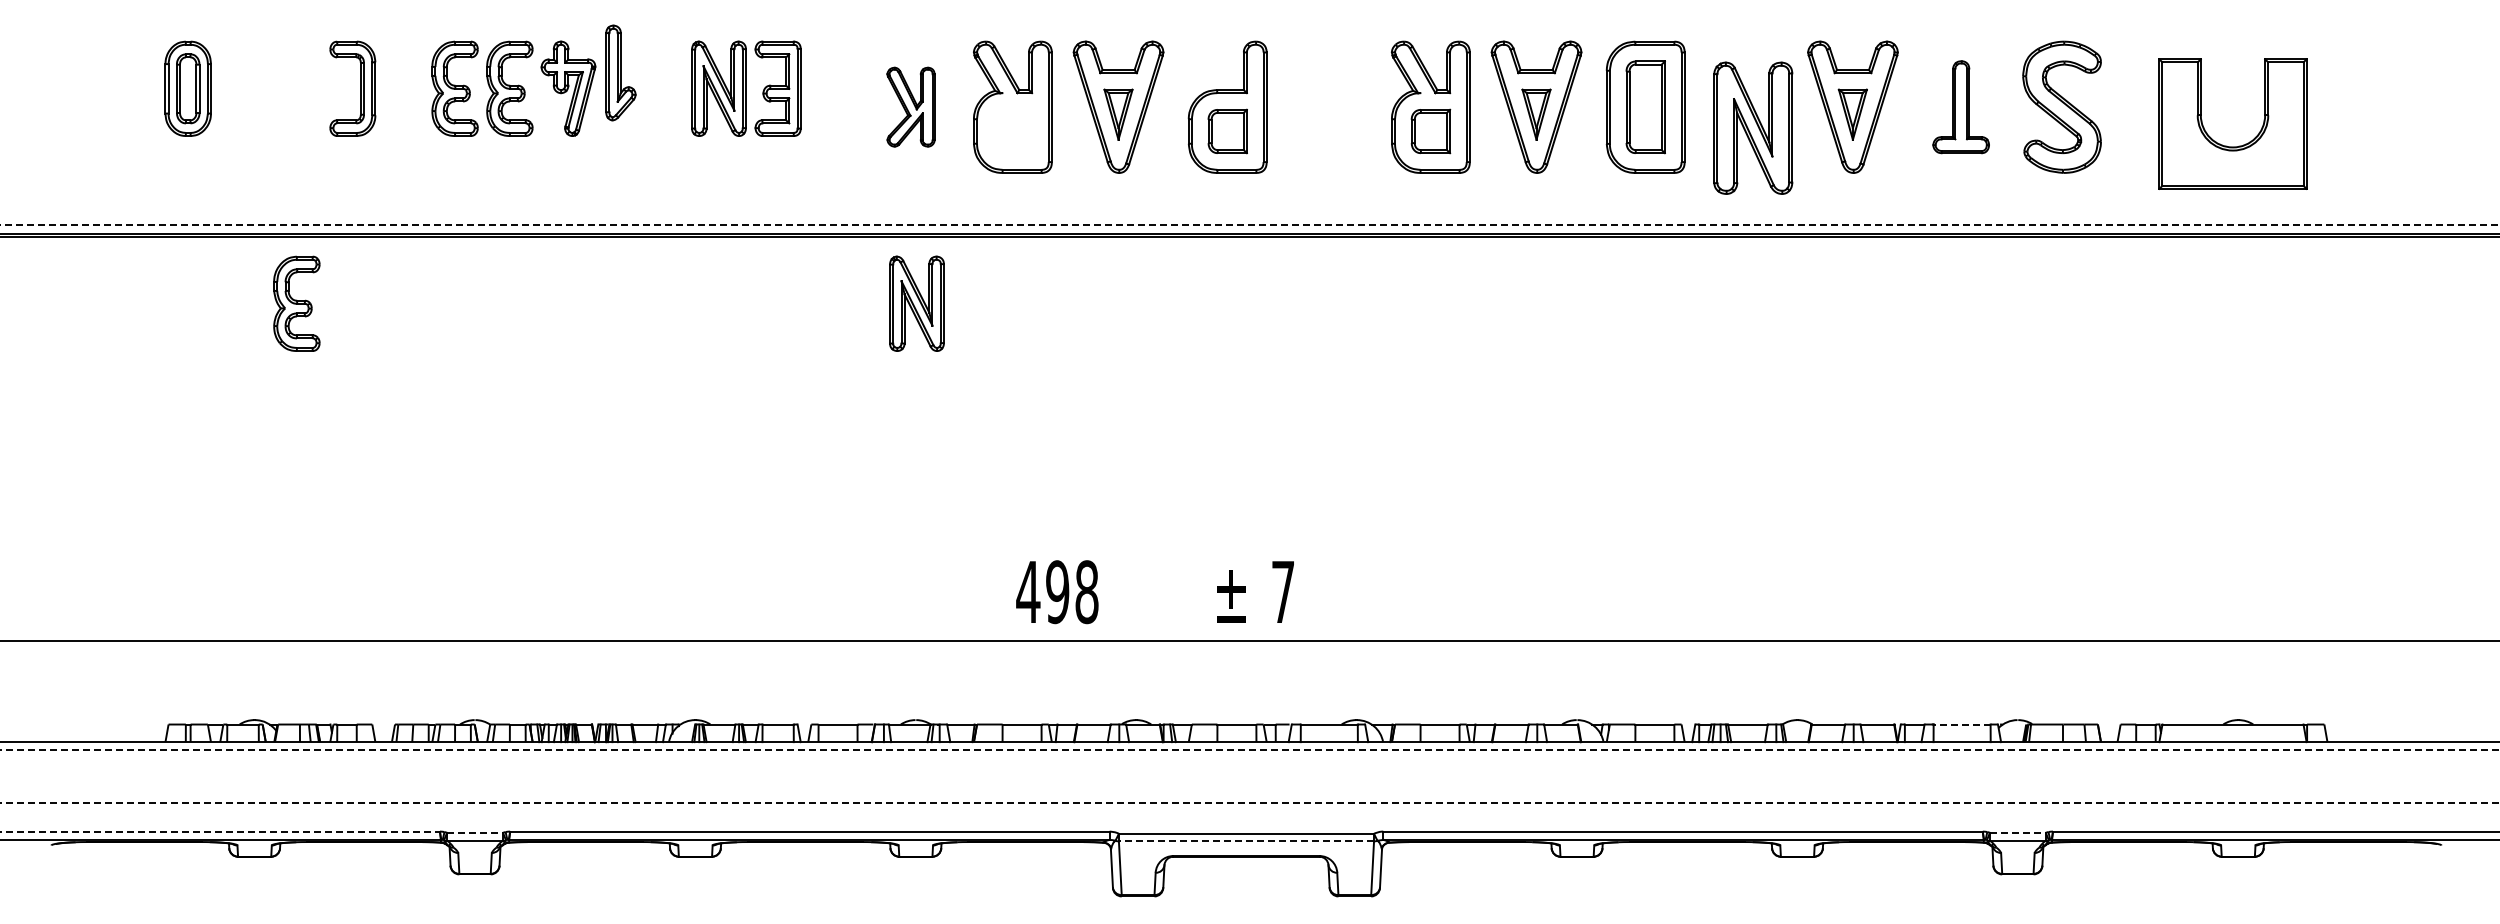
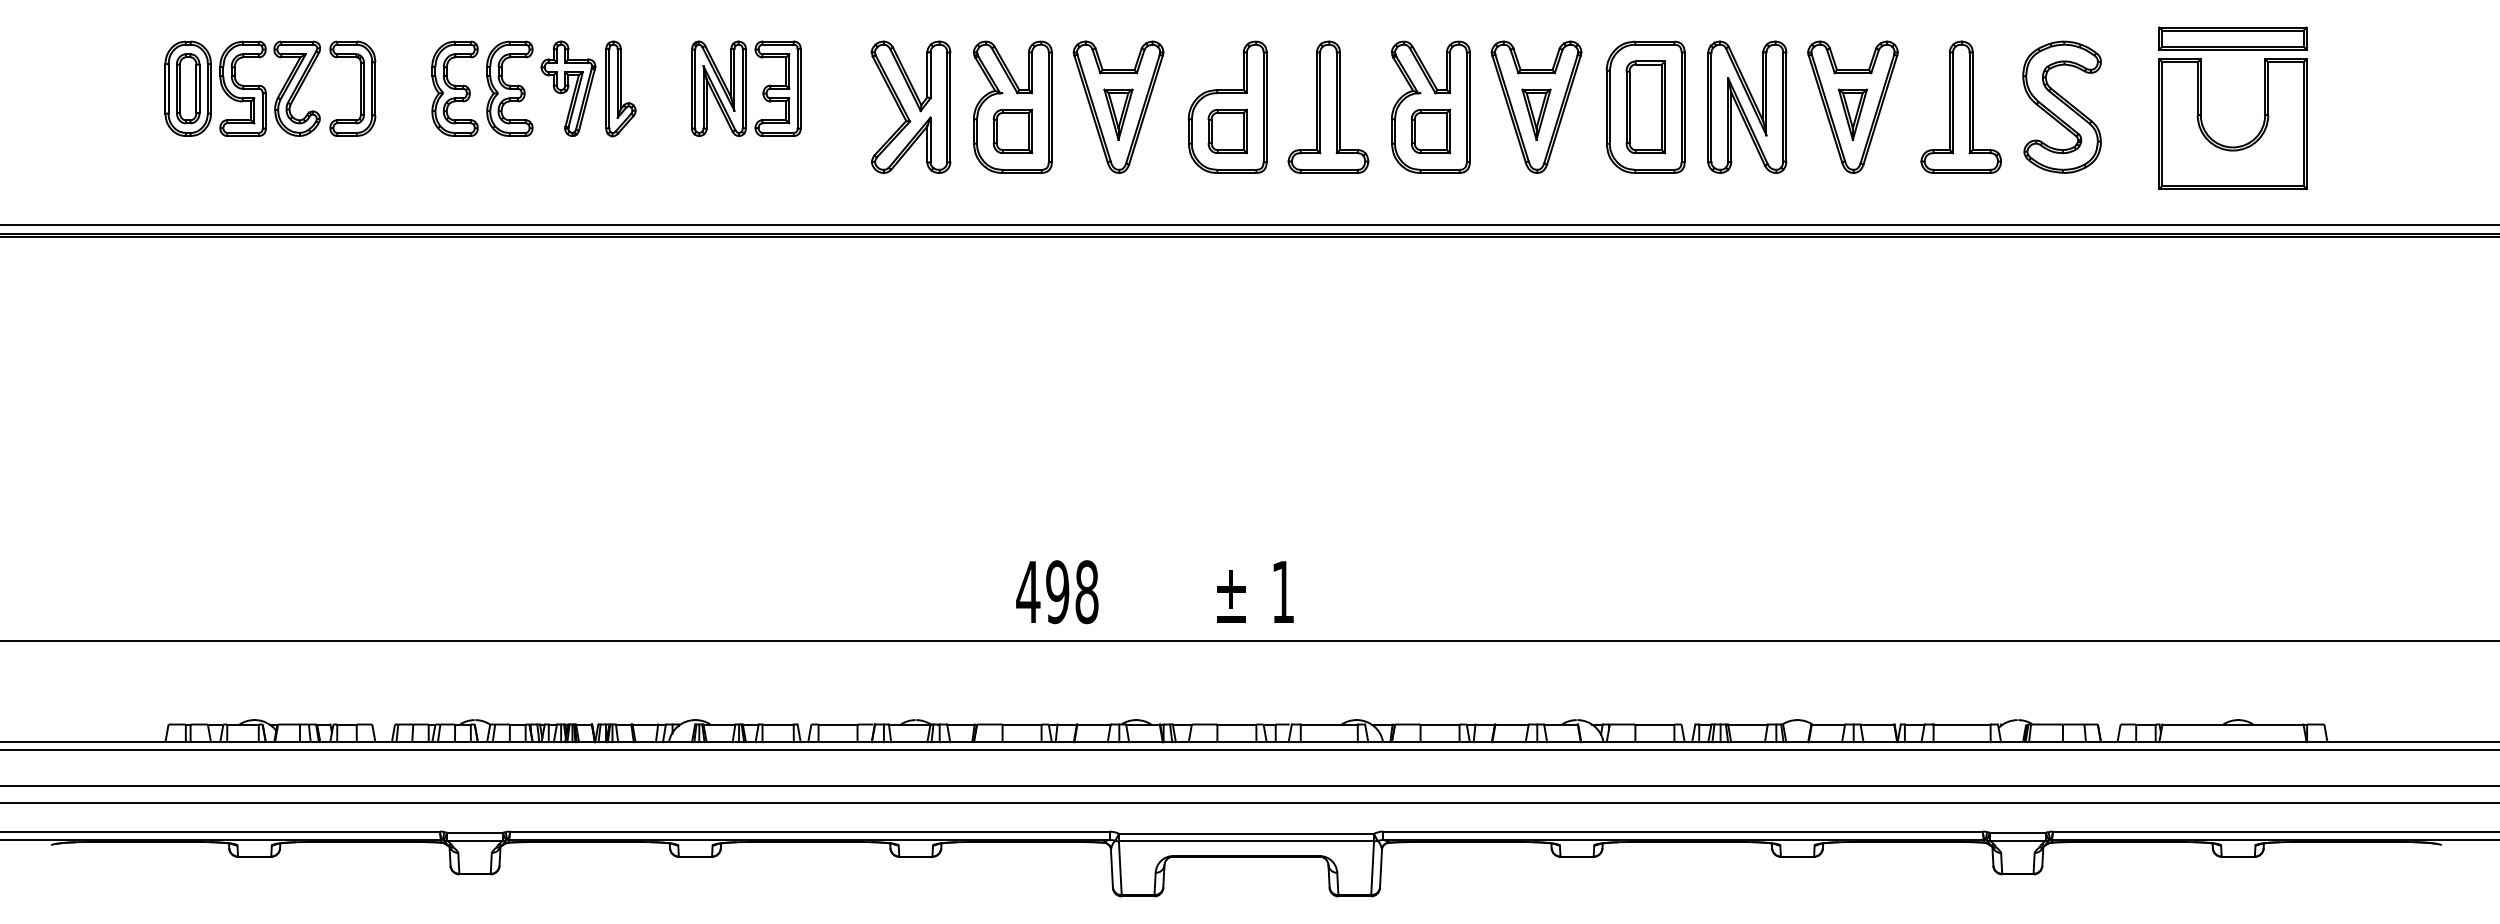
part at (2232, 38): none -> present
part at (620, 72) position: (620, 72) -> (620, 88)
part at (270, 88): none -> present
part at (910, 106) size: 50x82 px -> 82x134 px
part at (1328, 106): none -> present
part at (1960, 107) size: 58x95 px -> 82x134 px
part at (1753, 127) position: (1753, 127) -> (1747, 106)
part at (1012, 131): none -> present
line at (1250, 225): dashed -> solid
part at (296, 303): present -> none
part at (916, 303): present -> none
text at (1282, 591): 7 -> 1
line at (1961, 724): dashed -> solid
line at (1249, 750): dashed -> solid
line at (1249, 786): none -> present
line at (1249, 802): dashed -> solid
line at (220, 831): dashed -> solid
line at (475, 832): dashed -> solid
line at (2017, 832): dashed -> solid
line at (1246, 841): dashed -> solid
